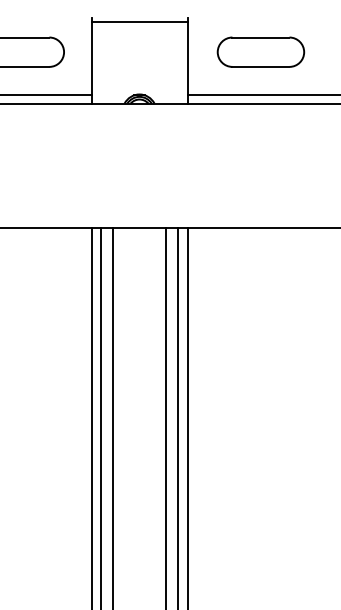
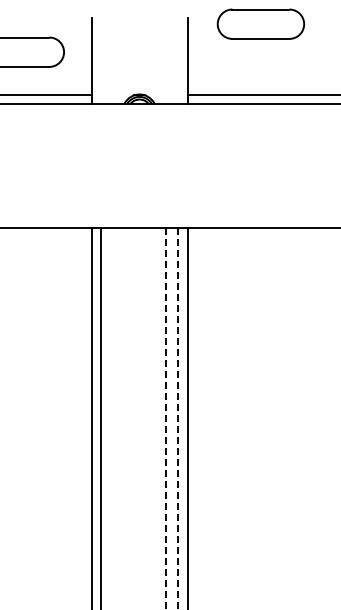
line at (139, 22): present -> none
part at (260, 51) position: (260, 51) -> (260, 23)
line at (113, 417): present -> none
line at (165, 419): solid -> dashed
line at (177, 419): solid -> dashed
